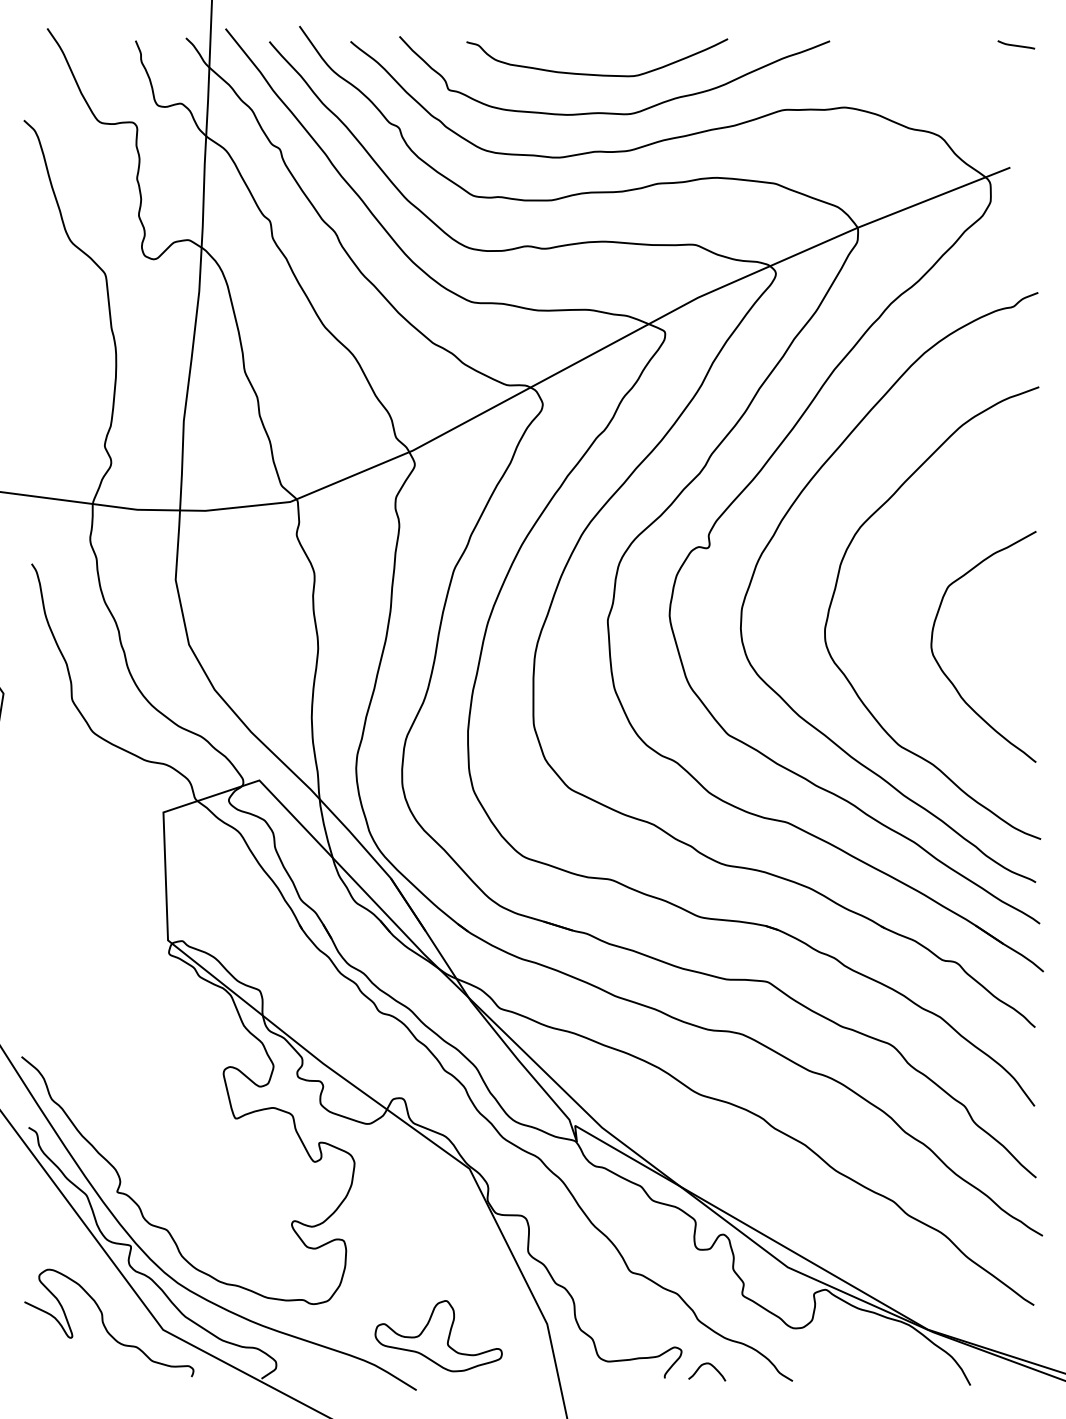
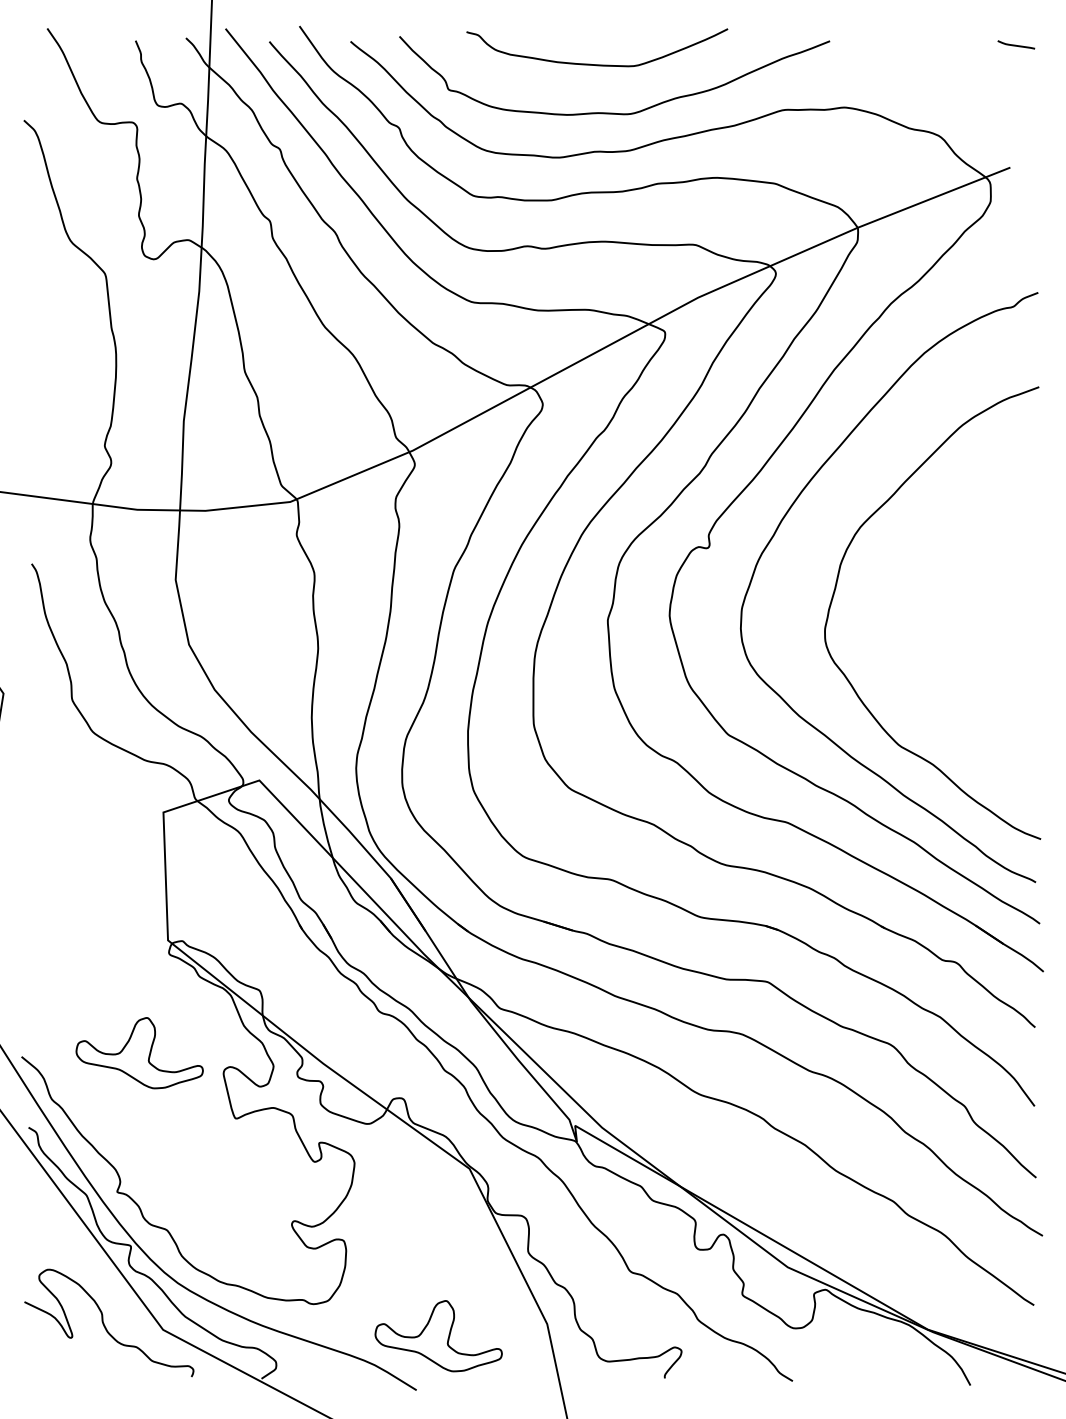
curve at (597, 74) position: (597, 74) -> (597, 64)
curve at (946, 674): present -> none
part at (139, 1053): none -> present
curve at (711, 1366): present -> none
